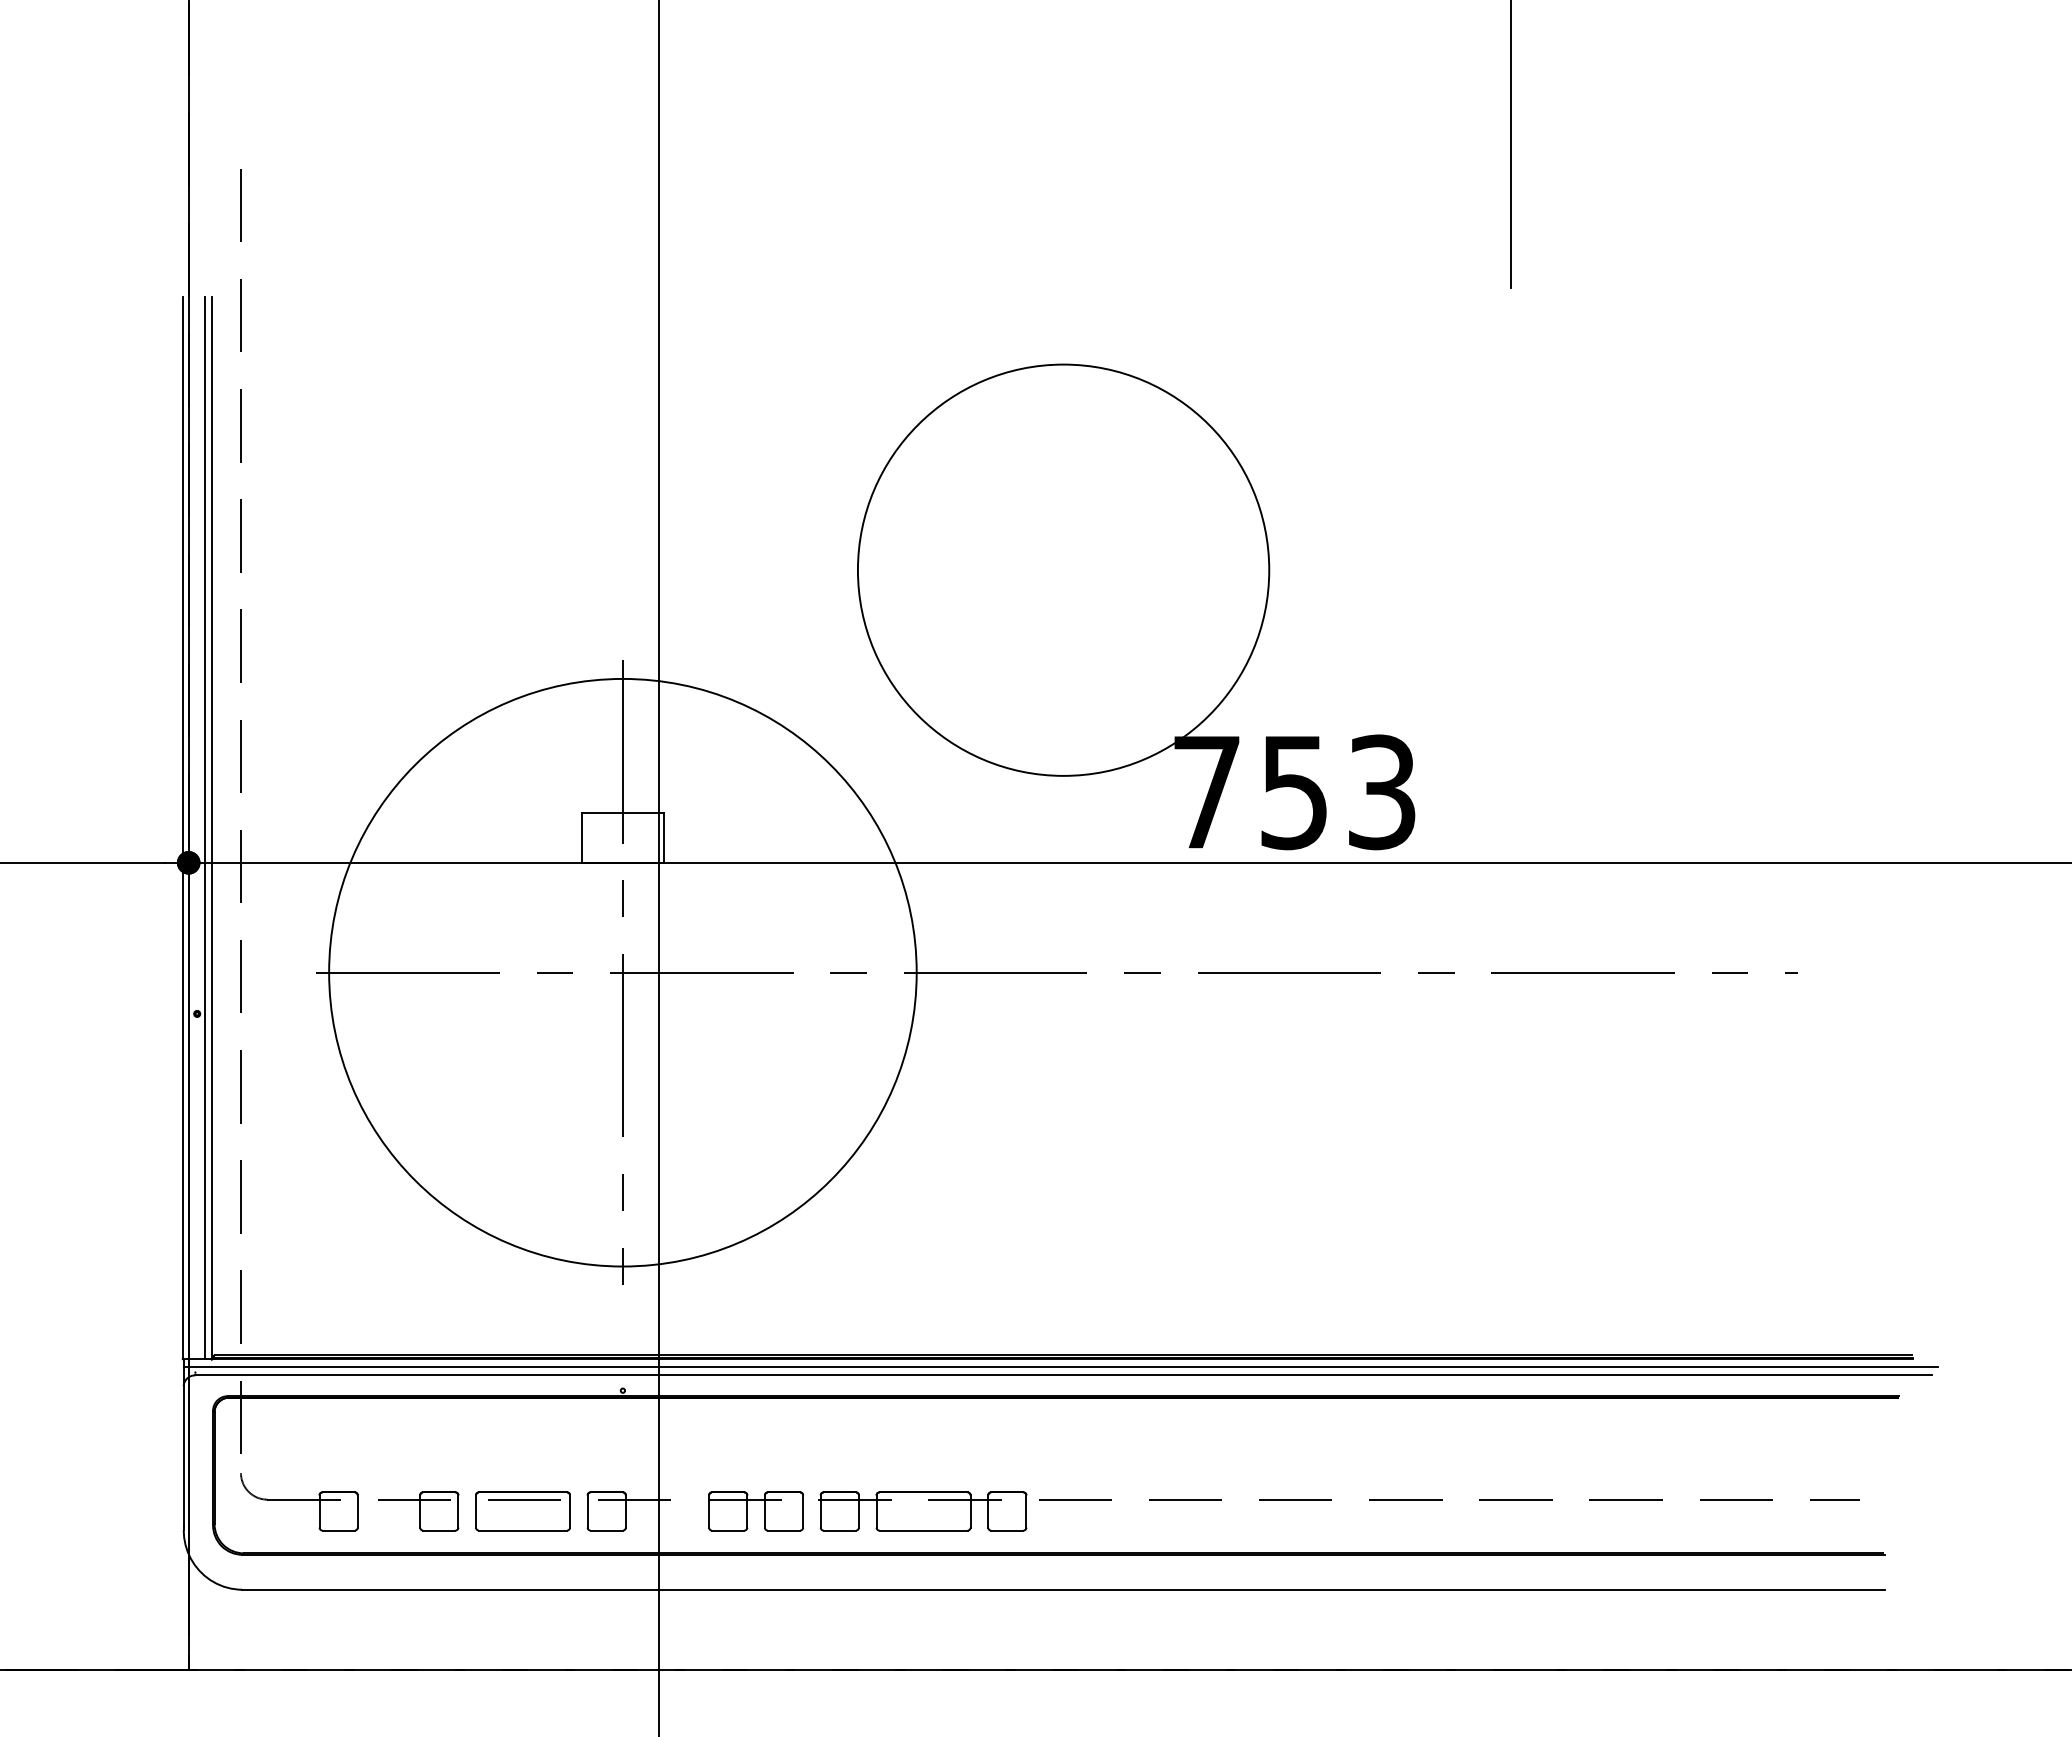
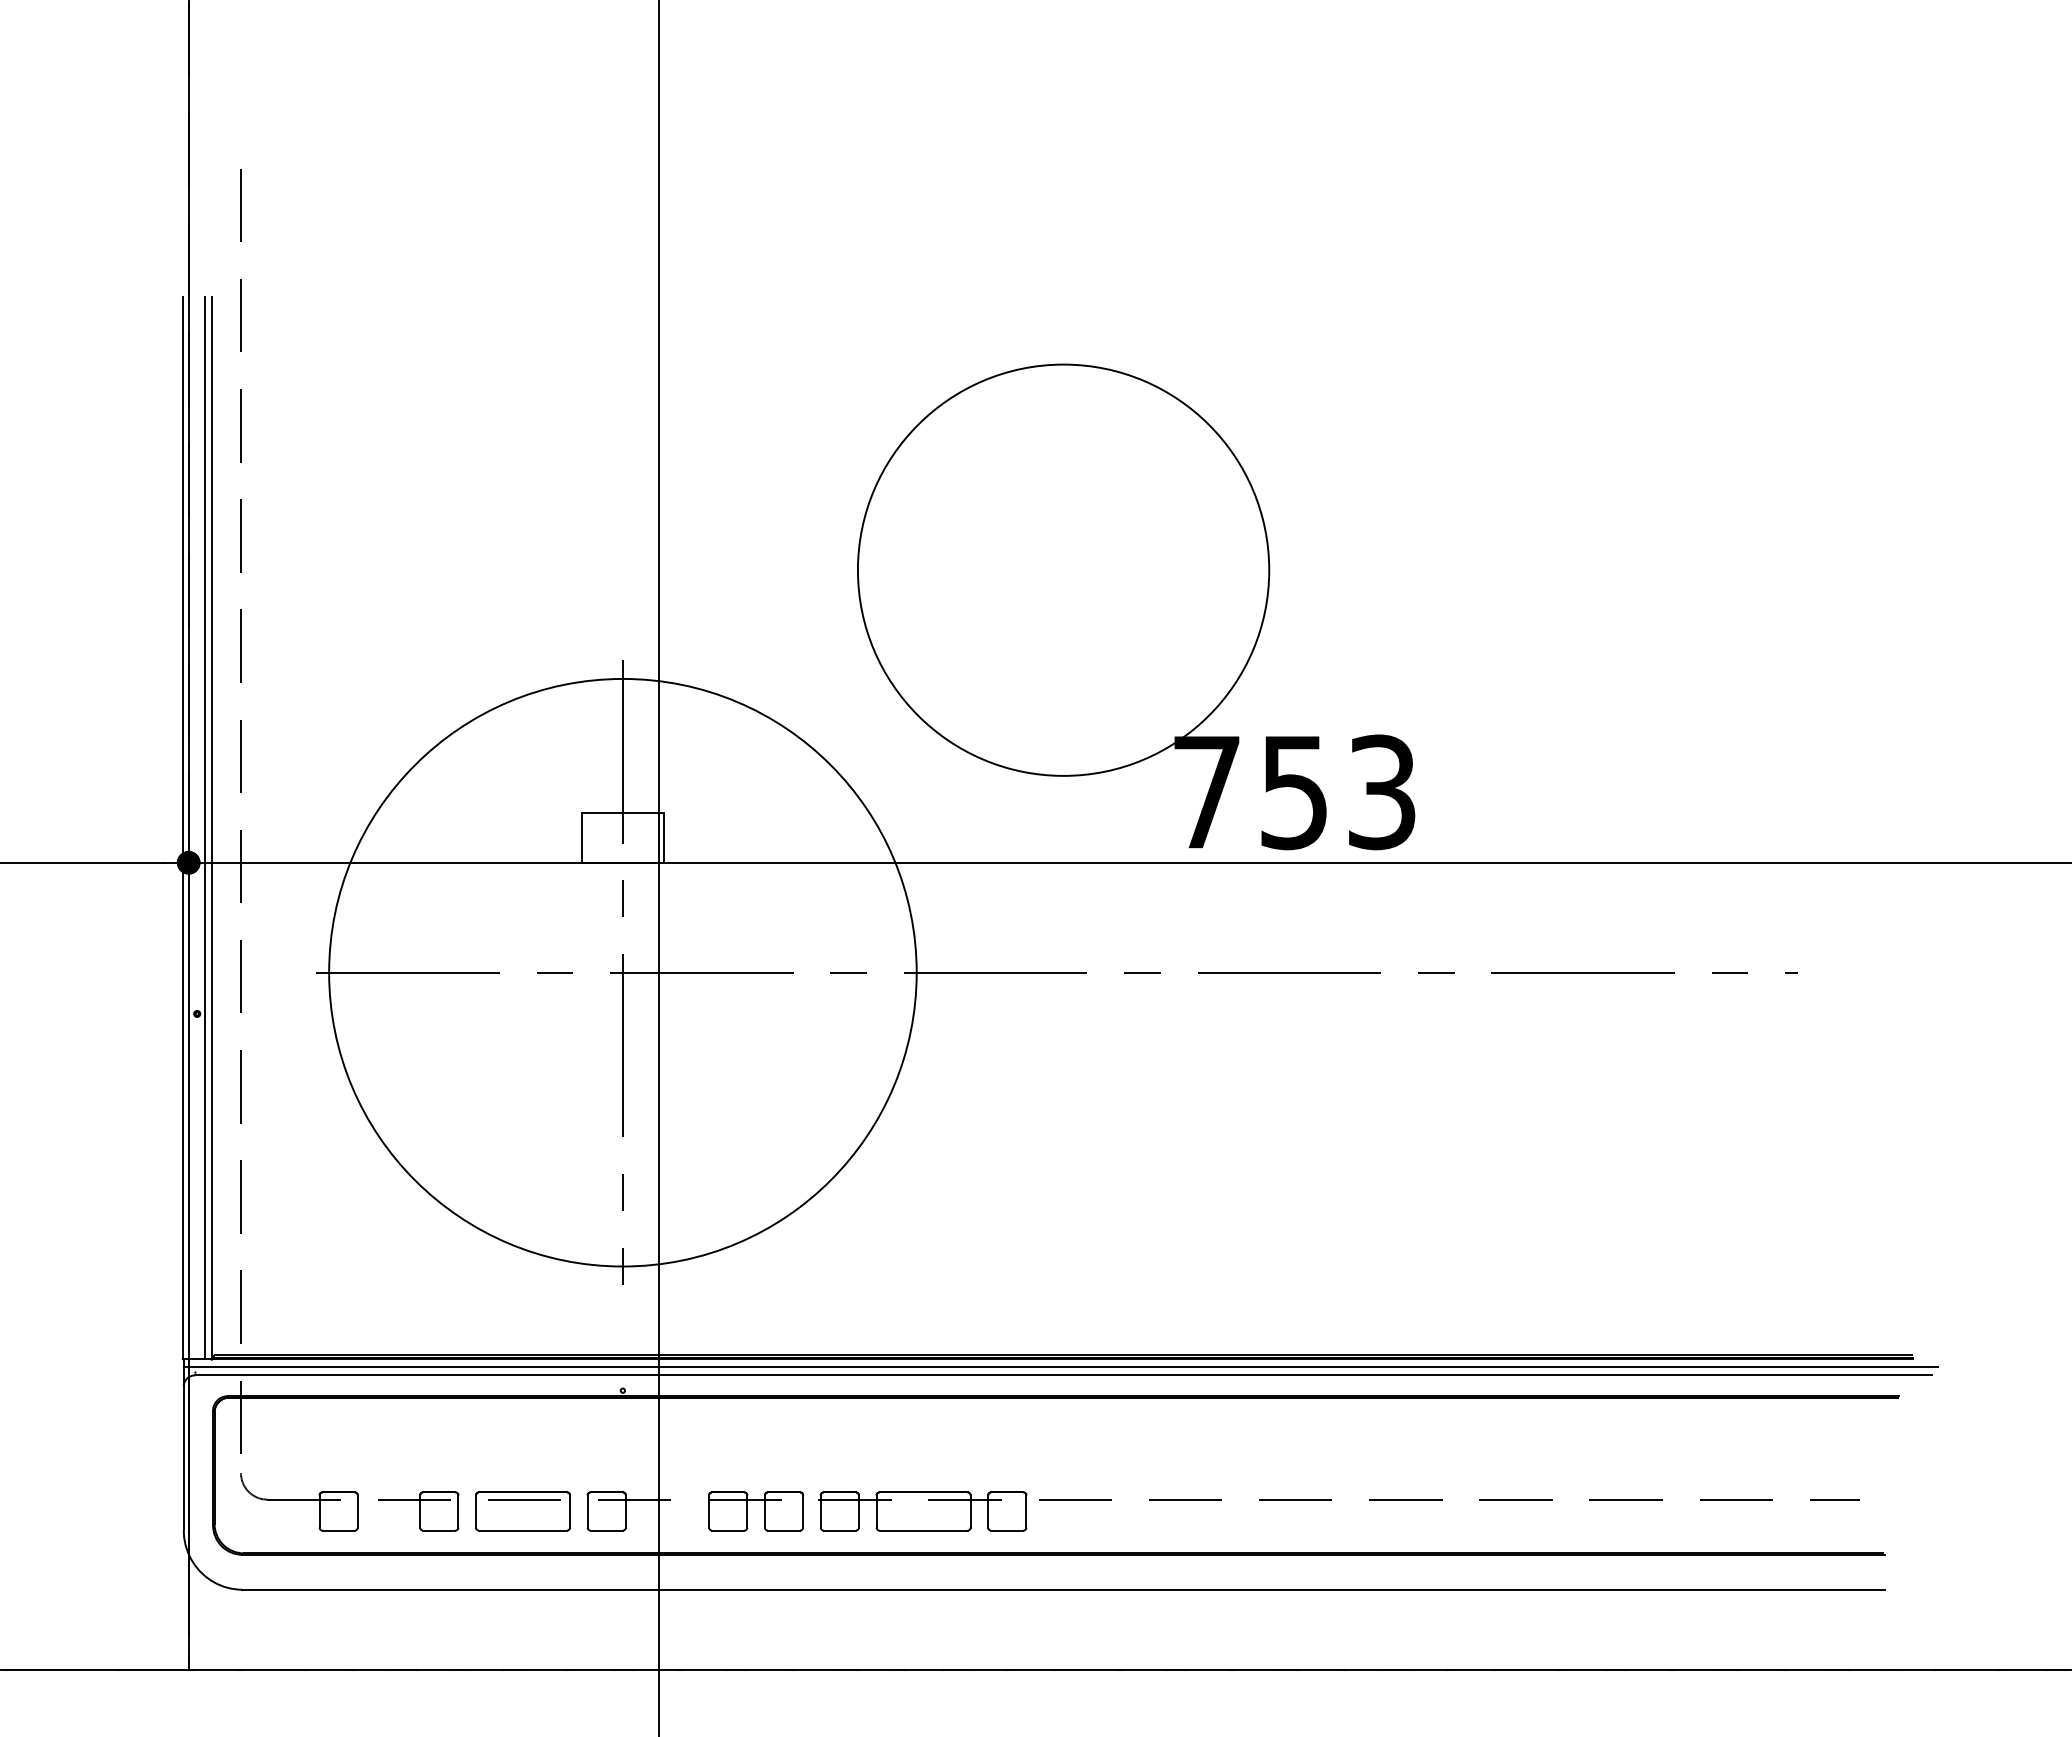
line at (1510, 144): present -> none
